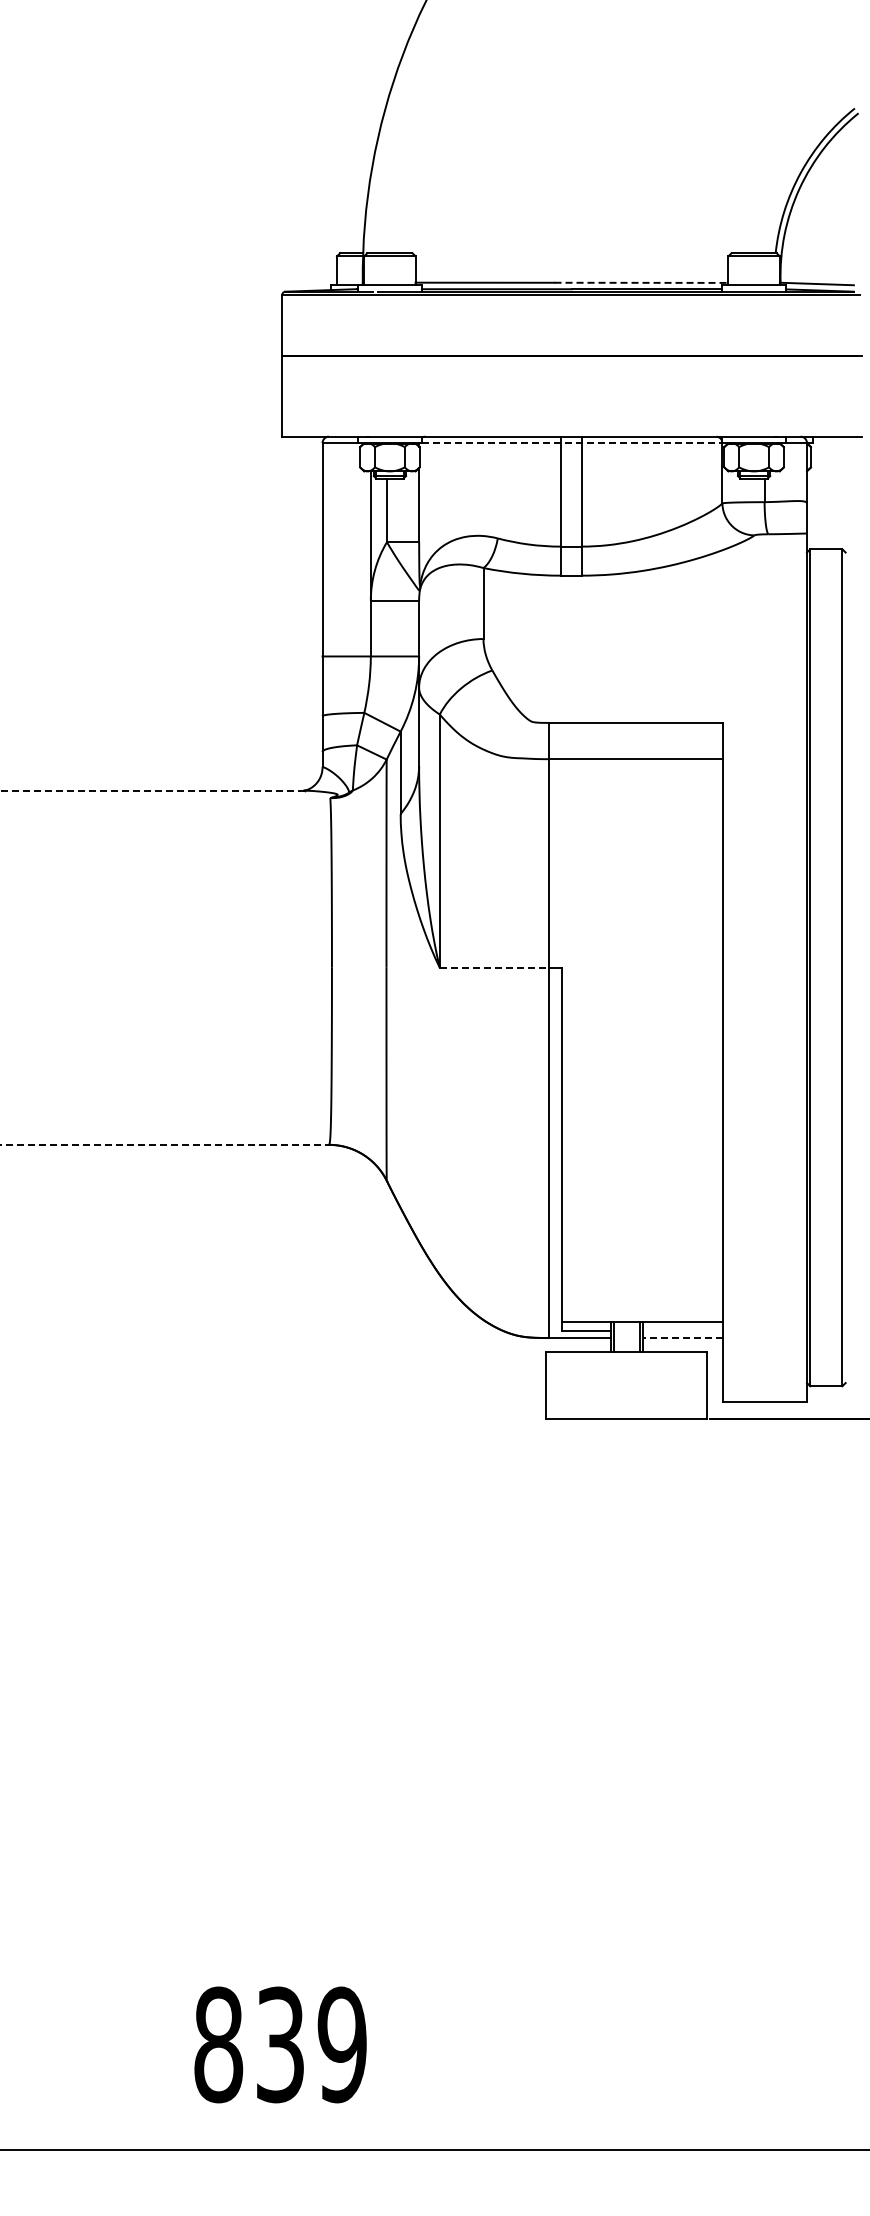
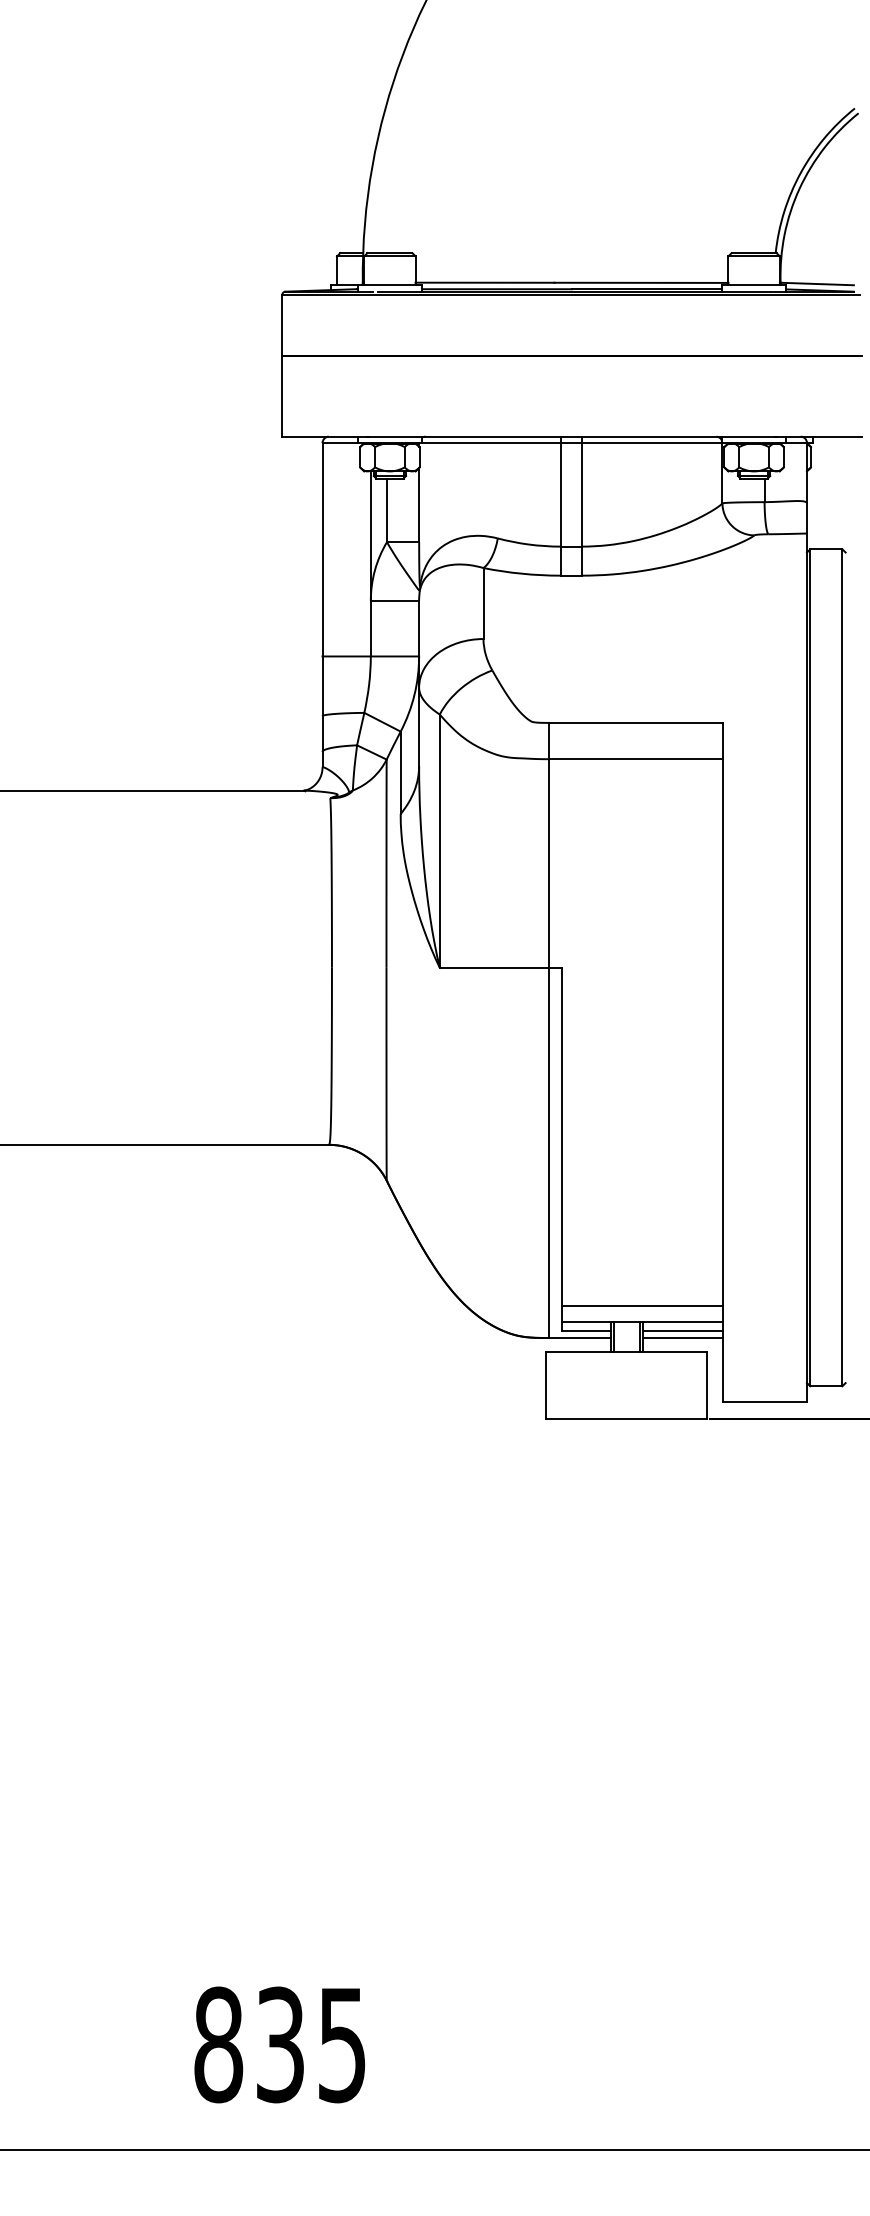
line at (641, 282): dashed -> solid
line at (571, 443): dashed -> solid
line at (152, 790): dashed -> solid
line at (494, 967): dashed -> solid
line at (165, 1144): dashed -> solid
line at (642, 1305): none -> present
line at (682, 1331): none -> present
line at (682, 1337): dashed -> solid
text at (341, 2044): 839 -> 835
